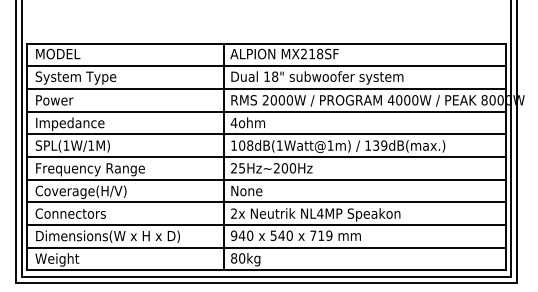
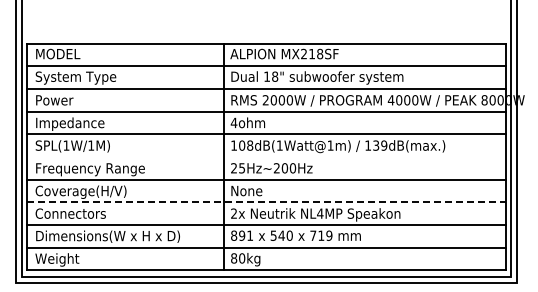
line at (266, 156): present -> none
line at (267, 202): solid -> dashed
text at (242, 235): 940 -> 891
